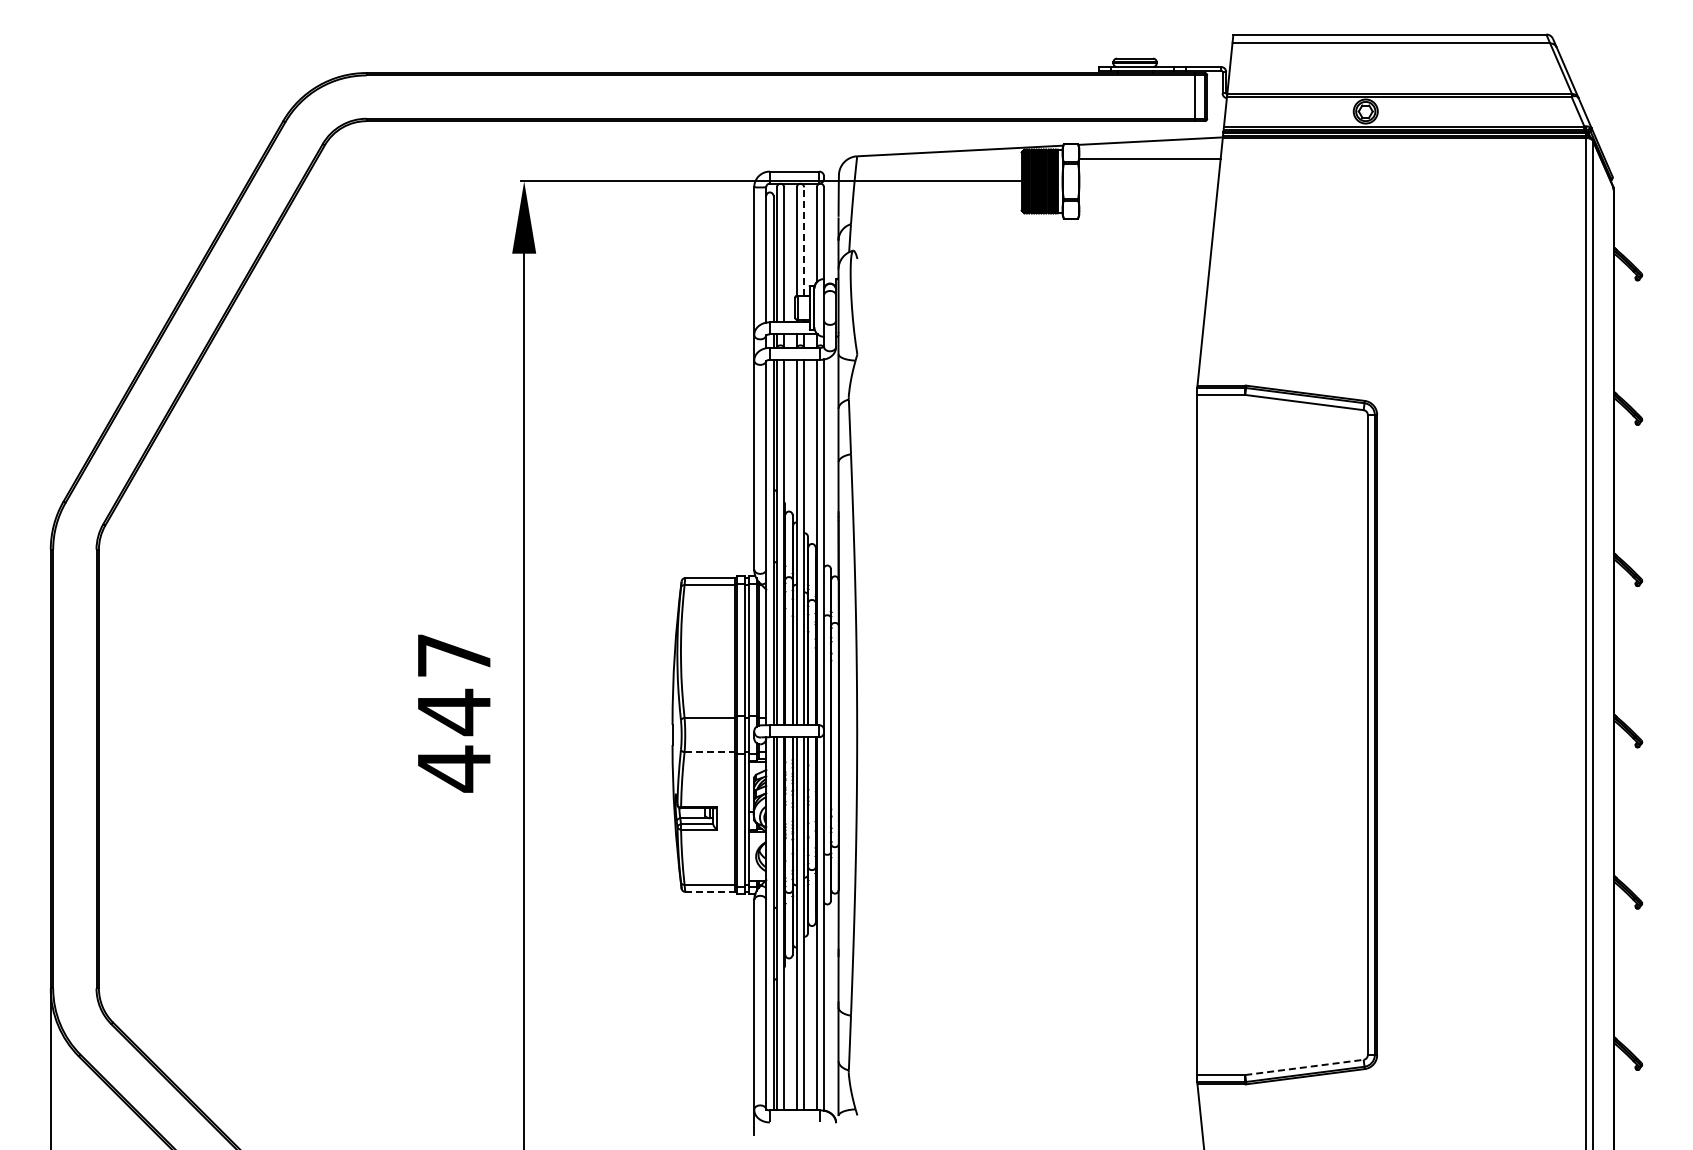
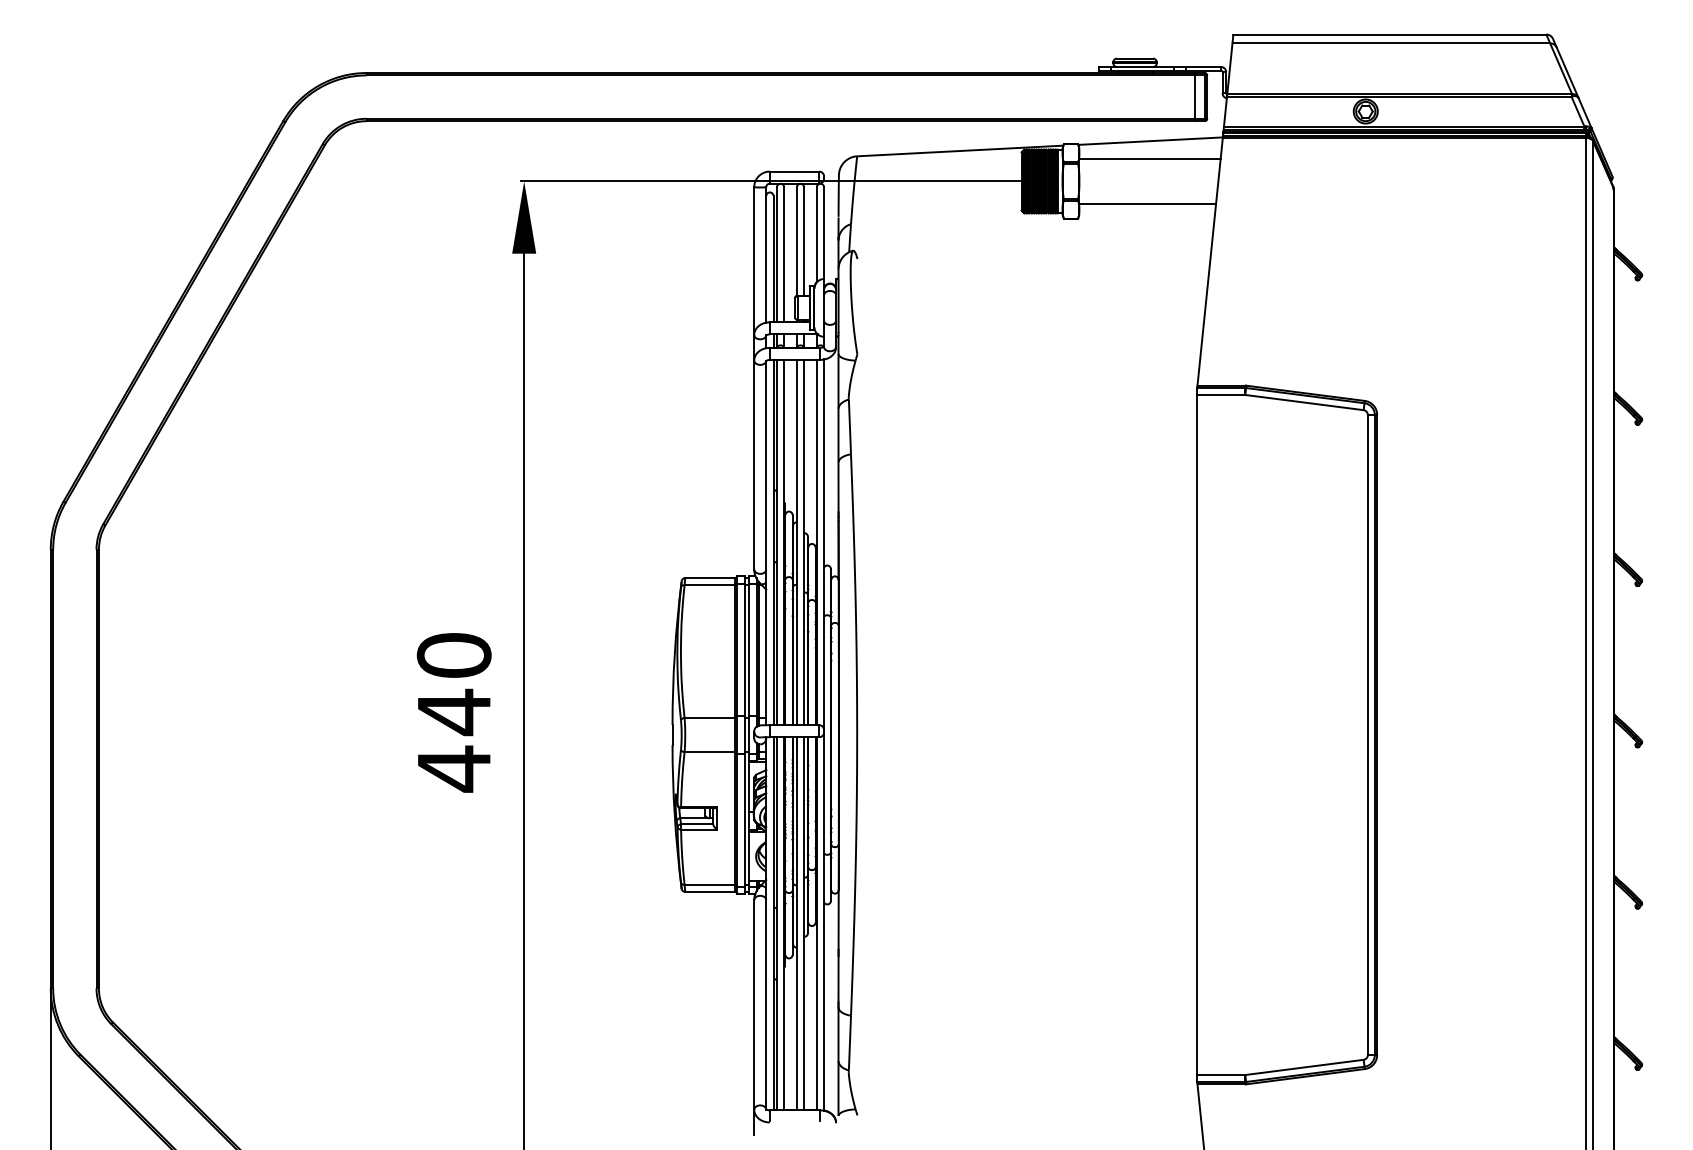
line at (1147, 204): none -> present
line at (804, 241): dashed -> solid
text at (453, 655): 447 -> 440
line at (710, 752): dashed -> solid
line at (710, 891): dashed -> solid
line at (1304, 1067): dashed -> solid
